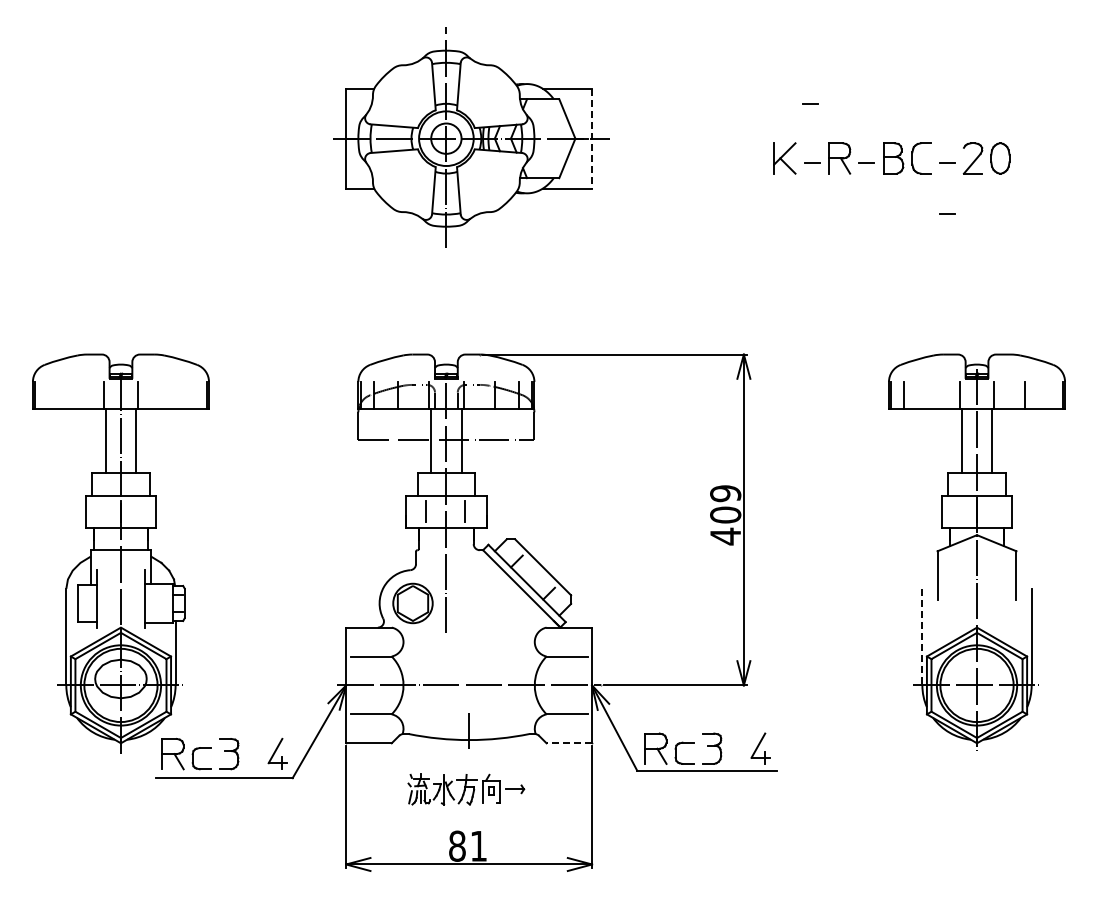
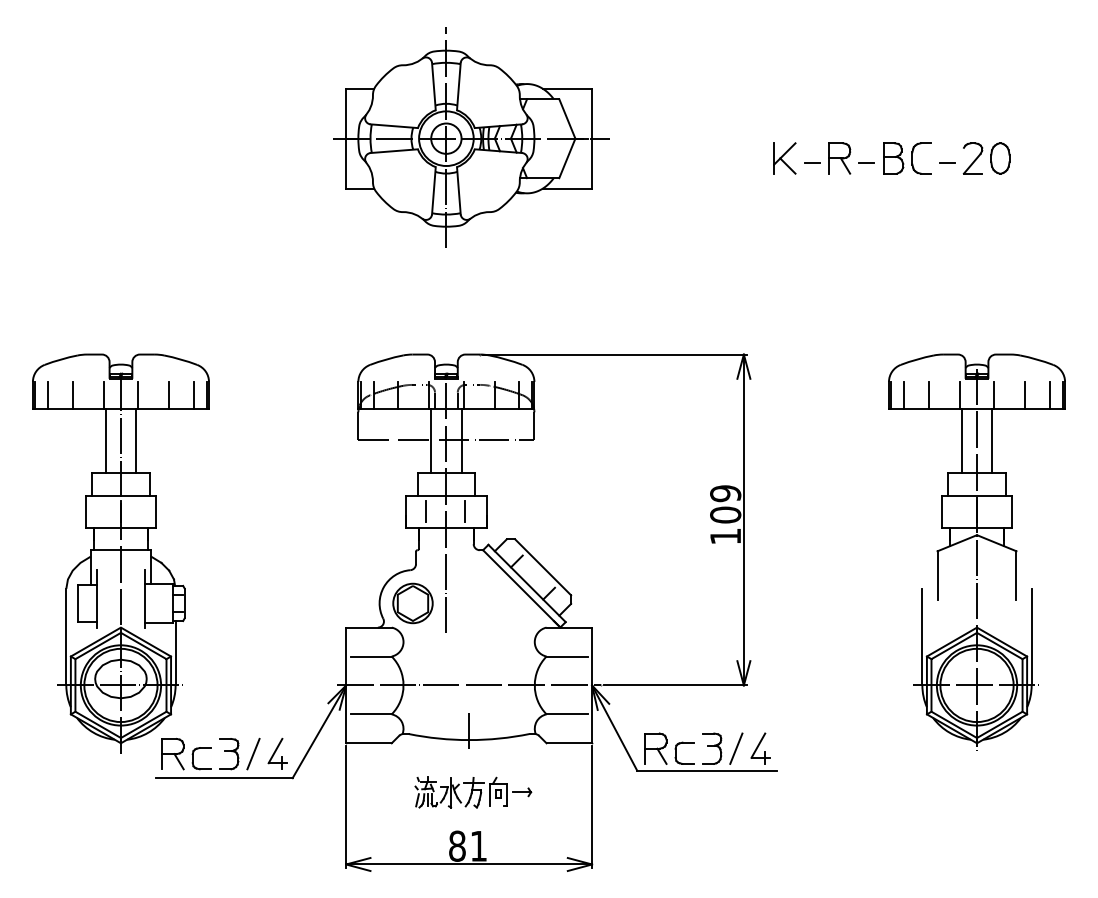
line at (810, 103): present -> none
line at (592, 139): dashed -> solid
line at (947, 213): present -> none
line at (48, 395): none -> present
line at (72, 395): none -> present
line at (169, 395): none -> present
line at (193, 395): none -> present
line at (928, 395): none -> present
line at (1049, 395): none -> present
text at (725, 536): 409 -> 109
line at (922, 637): dashed -> solid
line at (569, 743): dashed -> solid
line at (736, 748): none -> present
line at (253, 753): none -> present
part at (466, 789) position: (466, 789) -> (473, 792)
